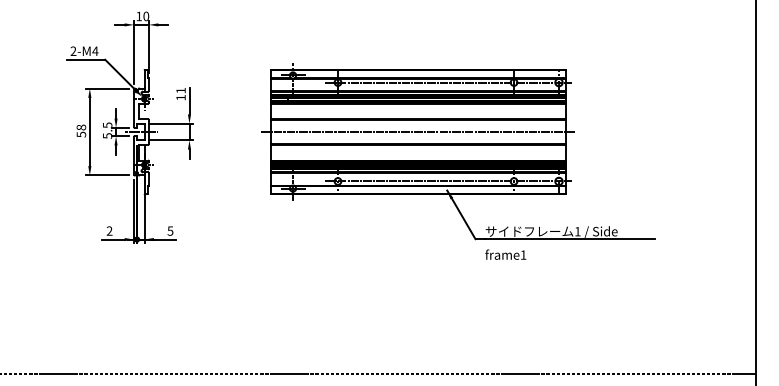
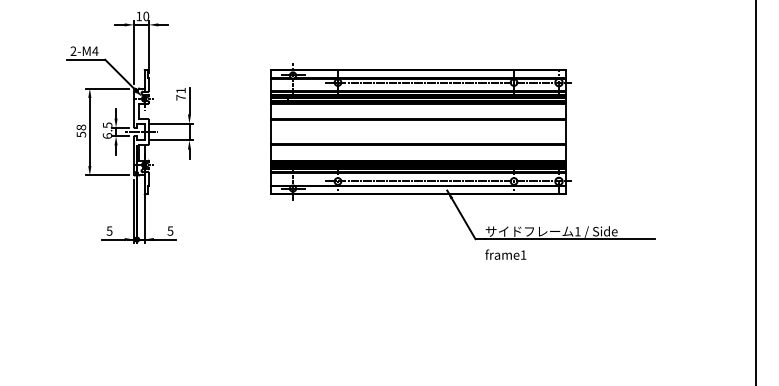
text at (180, 97): 11 -> 71
line at (418, 132): present -> none
text at (107, 135): 5.5 -> 6.5
text at (109, 230): 2 -> 5
line at (378, 374): present -> none
